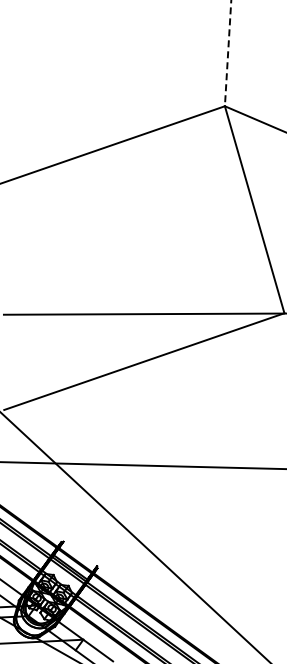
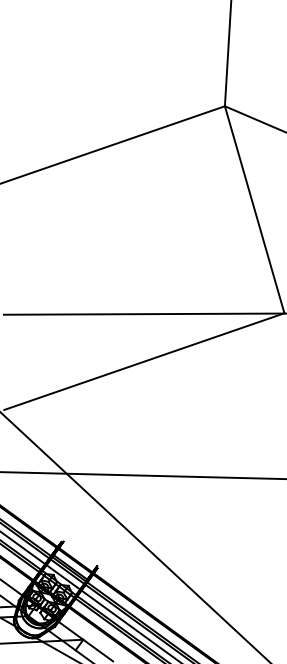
line at (228, 53): dashed -> solid
line at (142, 465) position: (142, 465) -> (142, 475)
line at (90, 596): none -> present
